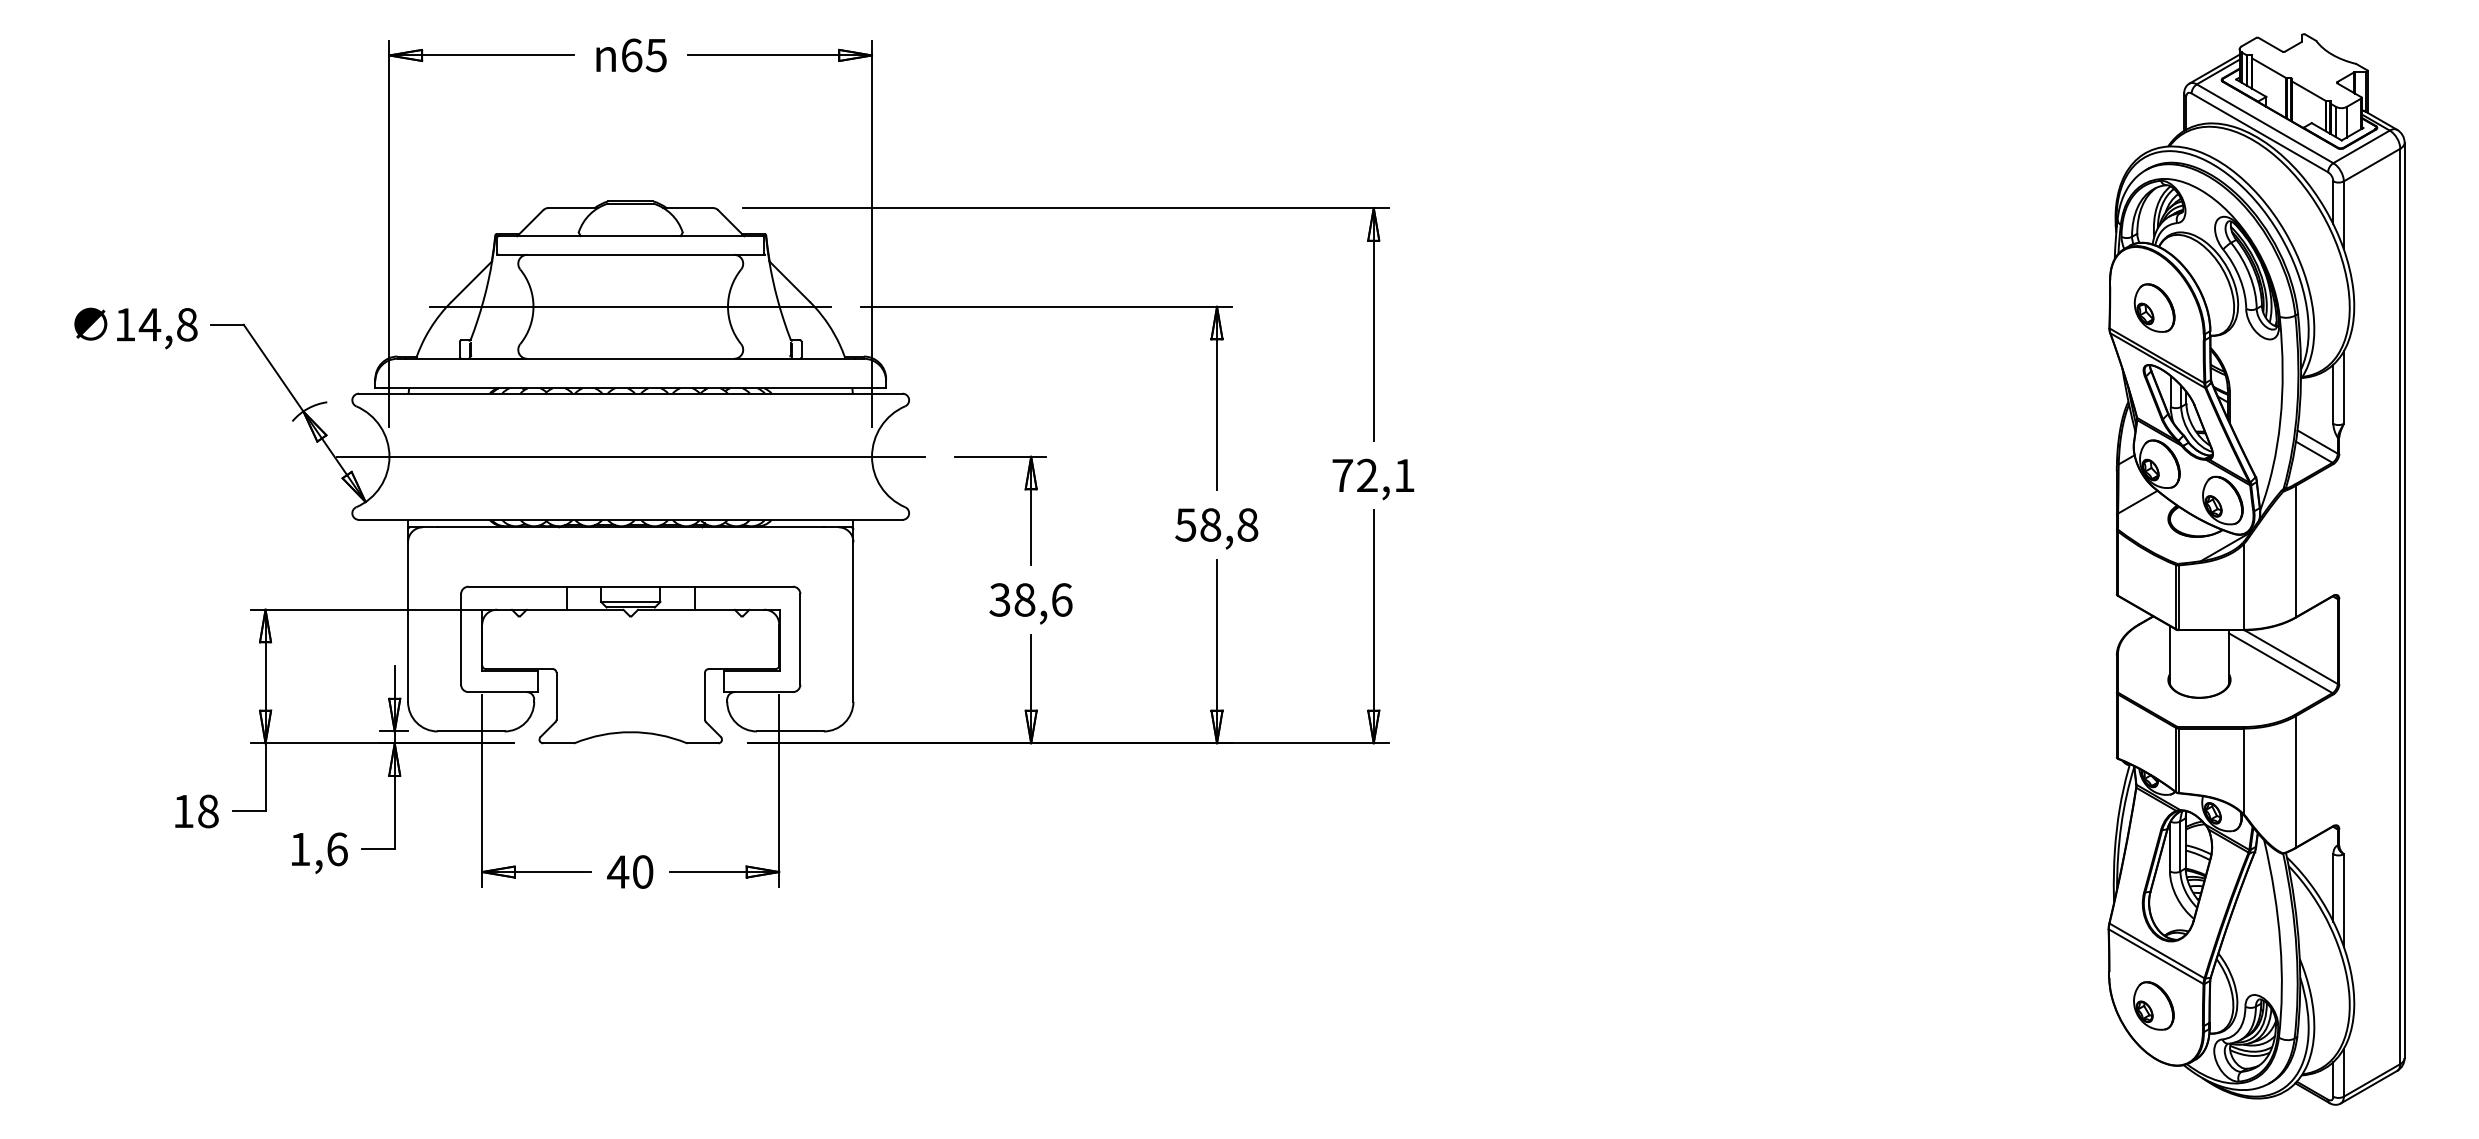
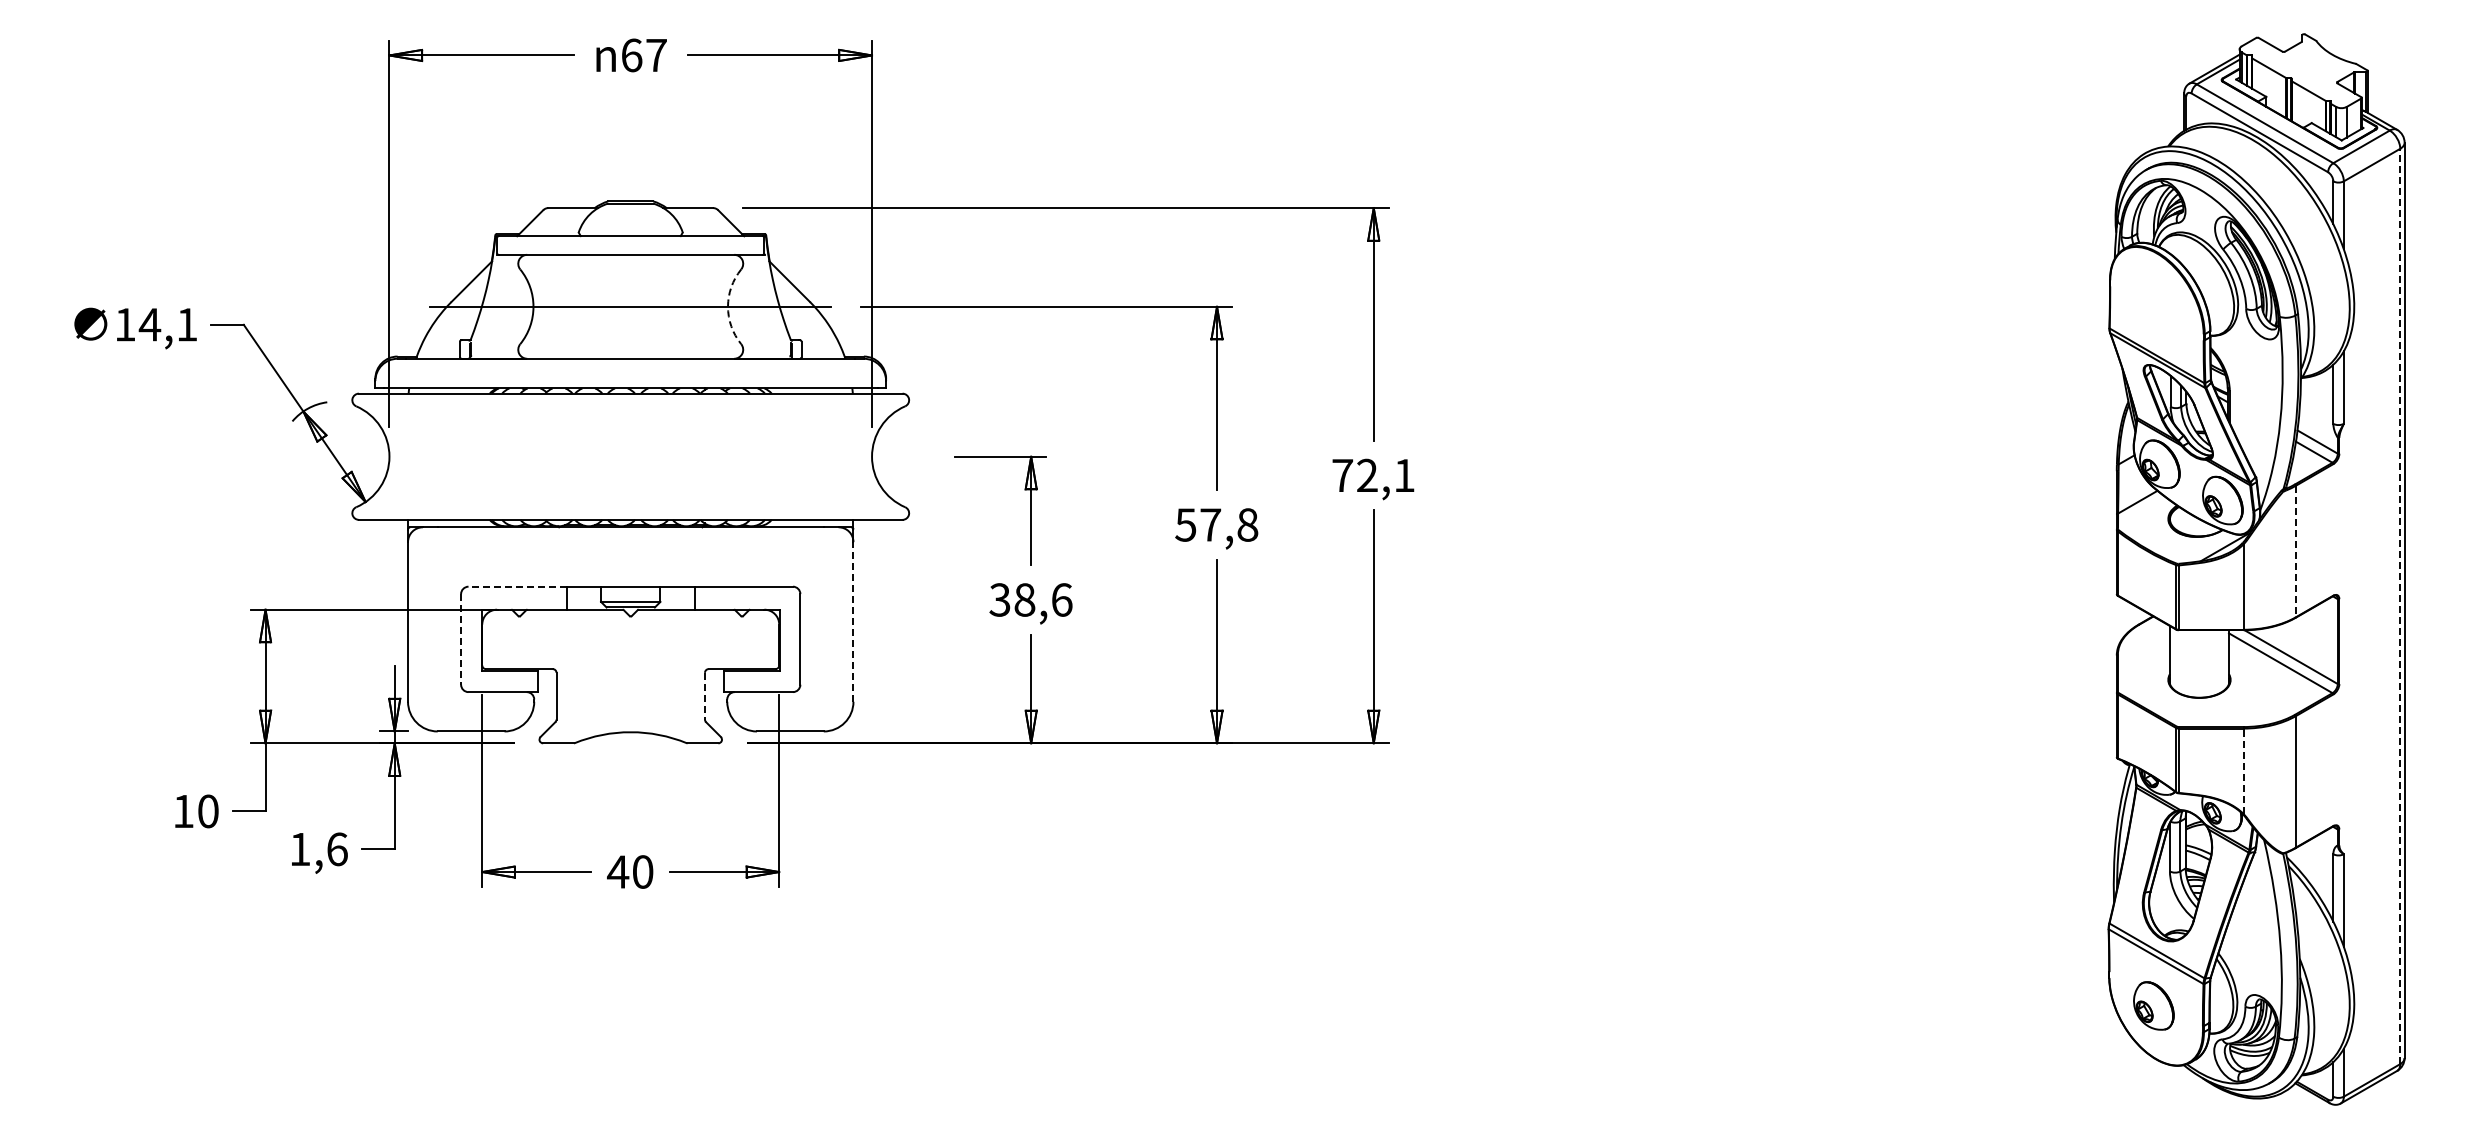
text at (655, 55): n65 -> n67
arc at (728, 306): solid -> dashed
part at (2154, 307): present -> none
text at (187, 324): 14,8 -> 14,1
line at (630, 456): present -> none
text at (1210, 524): 58,8 -> 57,8
line at (2296, 551): solid -> dashed
line at (517, 586): solid -> dashed
line at (2400, 606): solid -> dashed
line at (853, 621): solid -> dashed
line at (461, 639): solid -> dashed
line at (704, 696): solid -> dashed
line at (2243, 771): solid -> dashed
text at (208, 811): 18 -> 10
